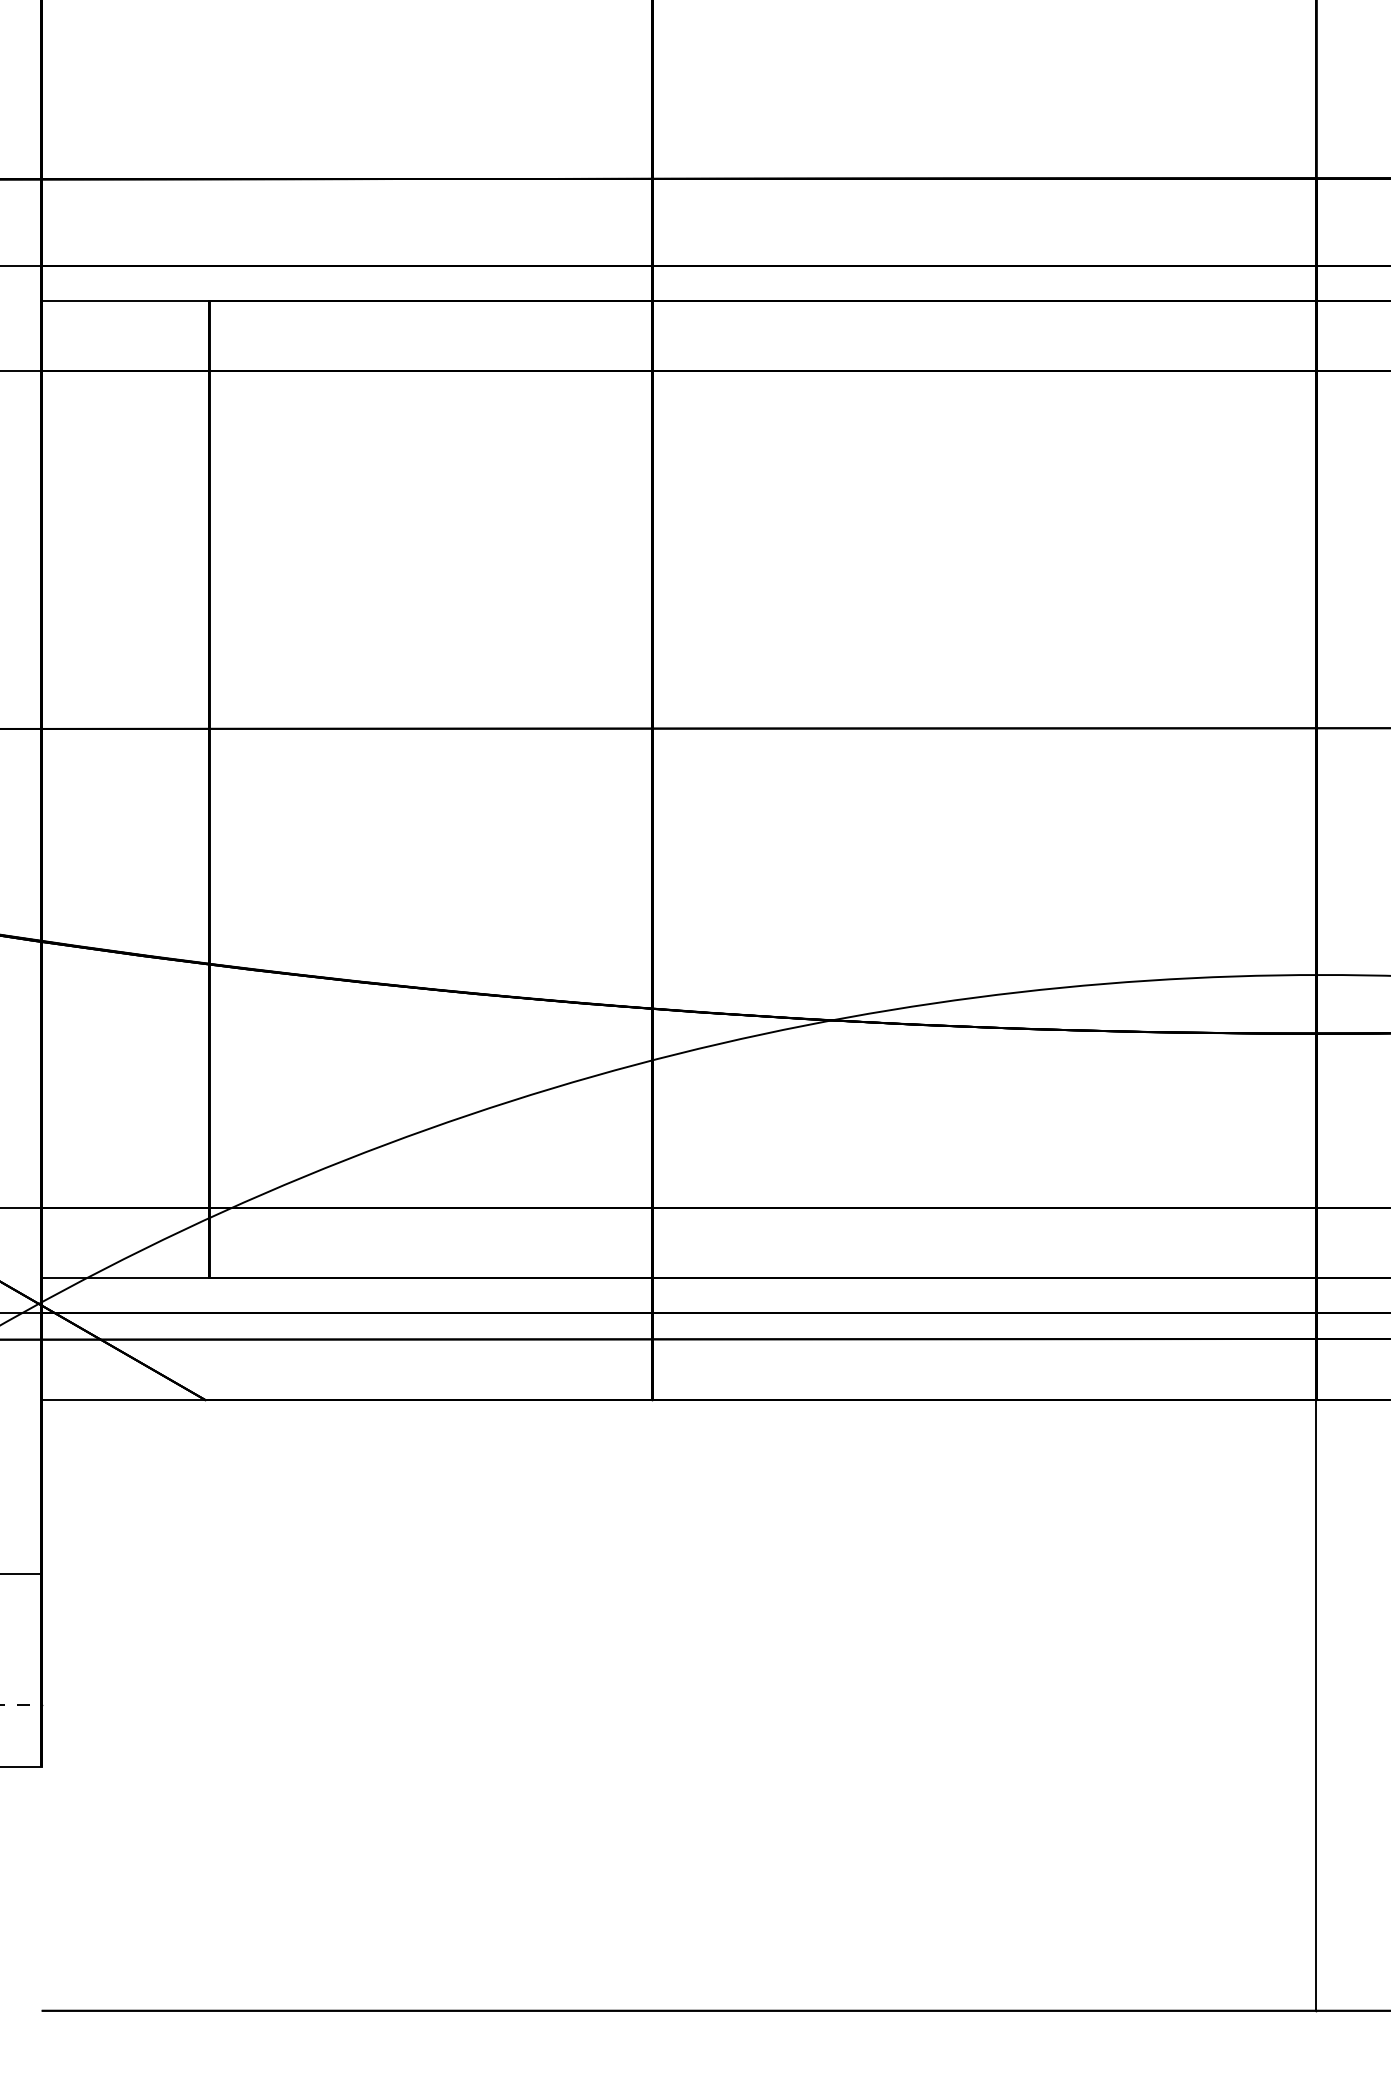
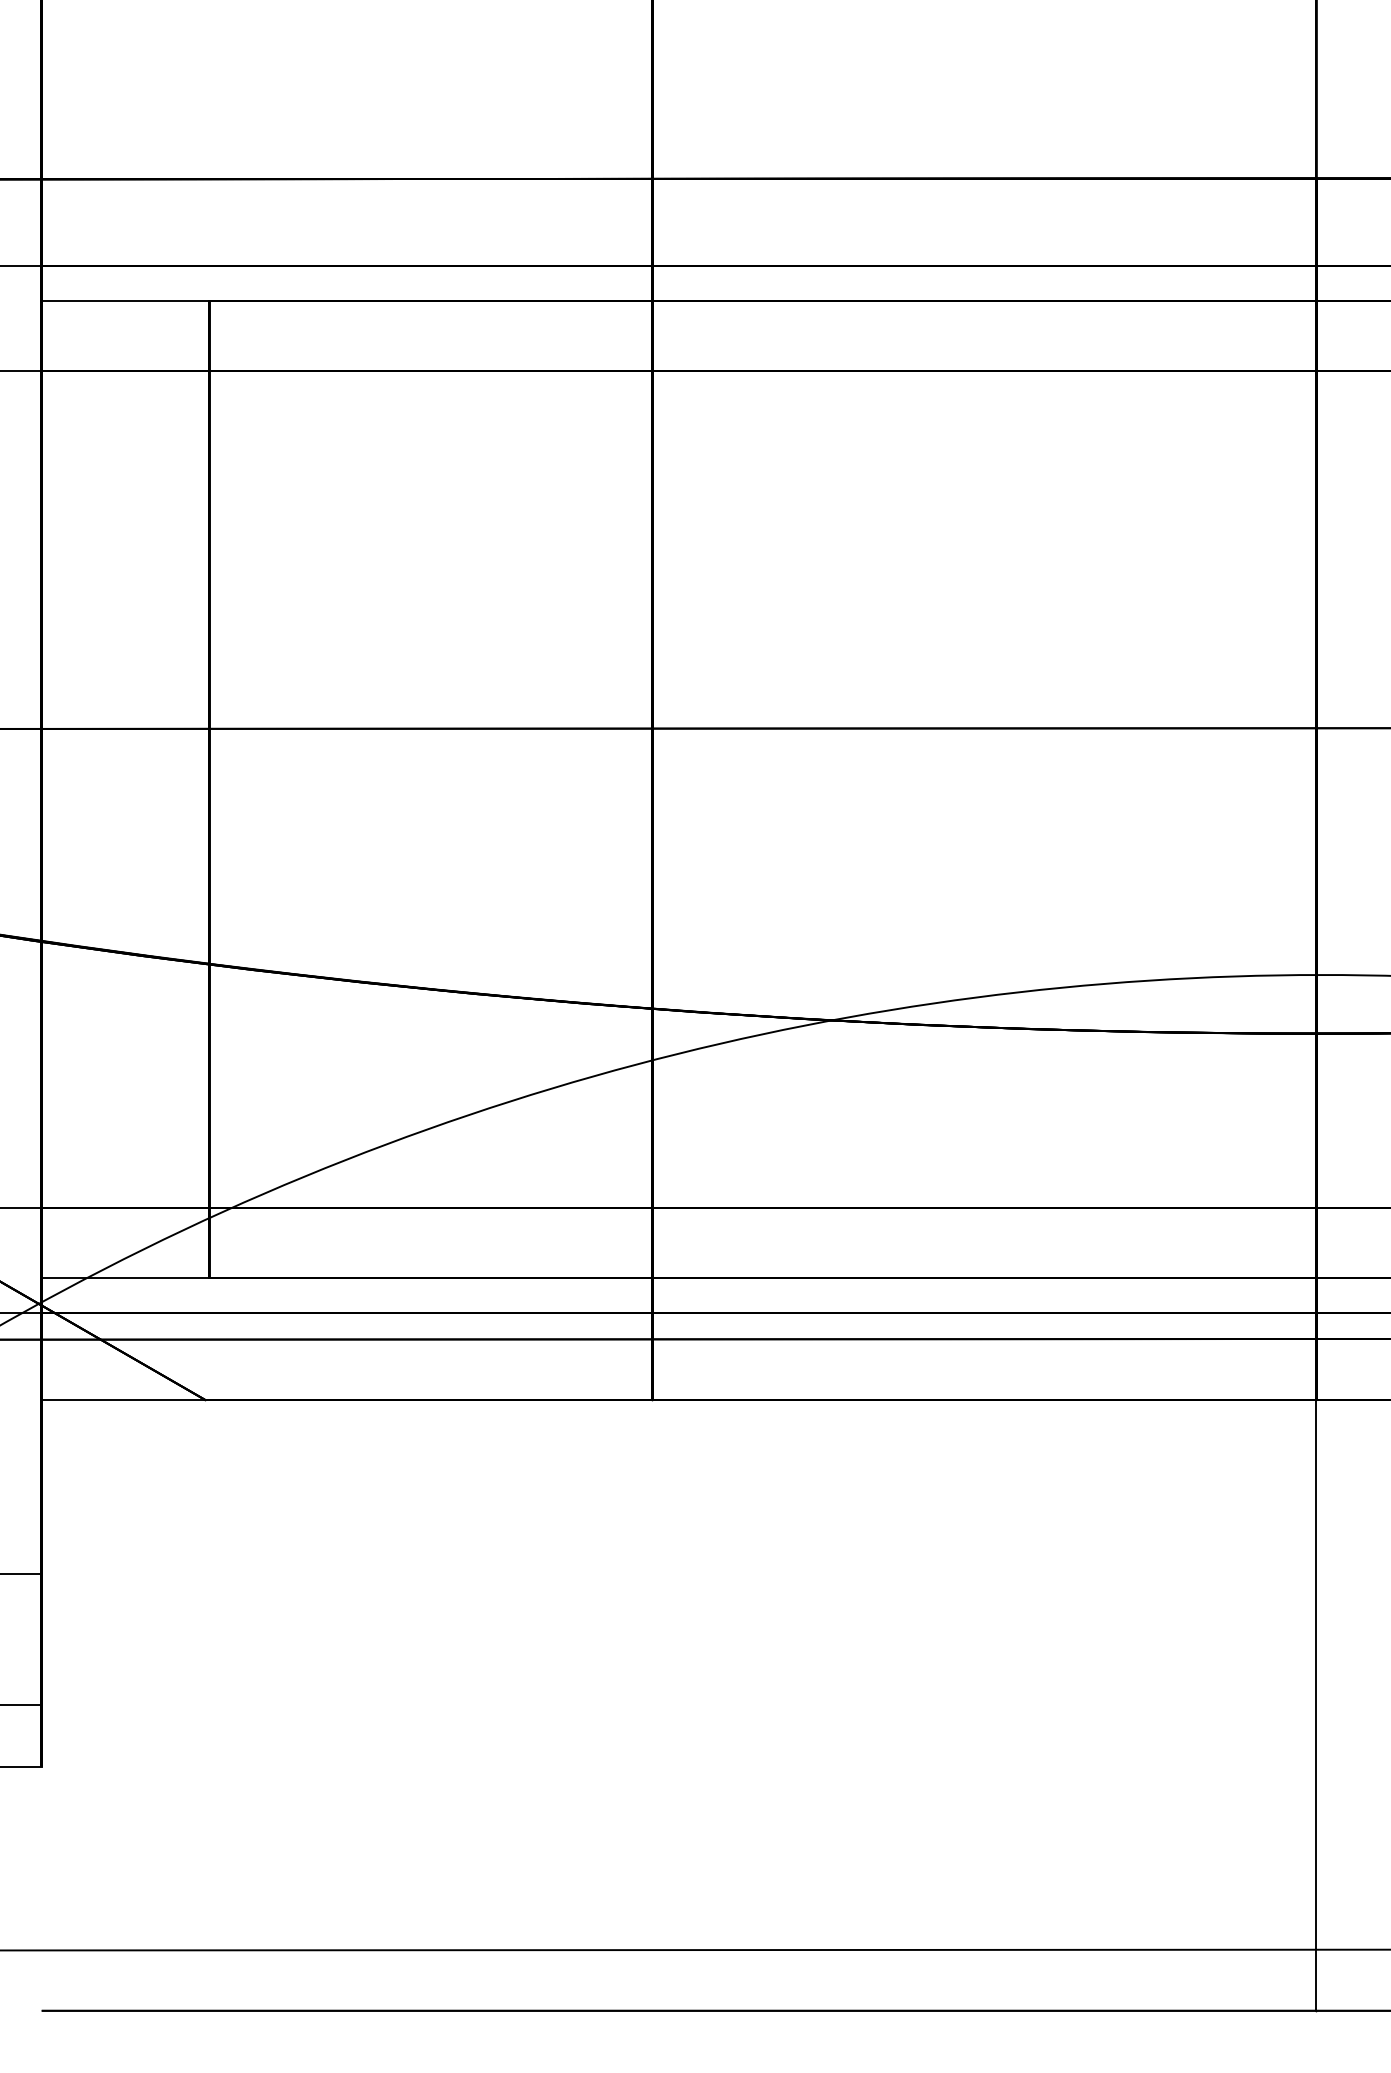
line at (20, 1705): dashed -> solid
line at (694, 1949): none -> present
